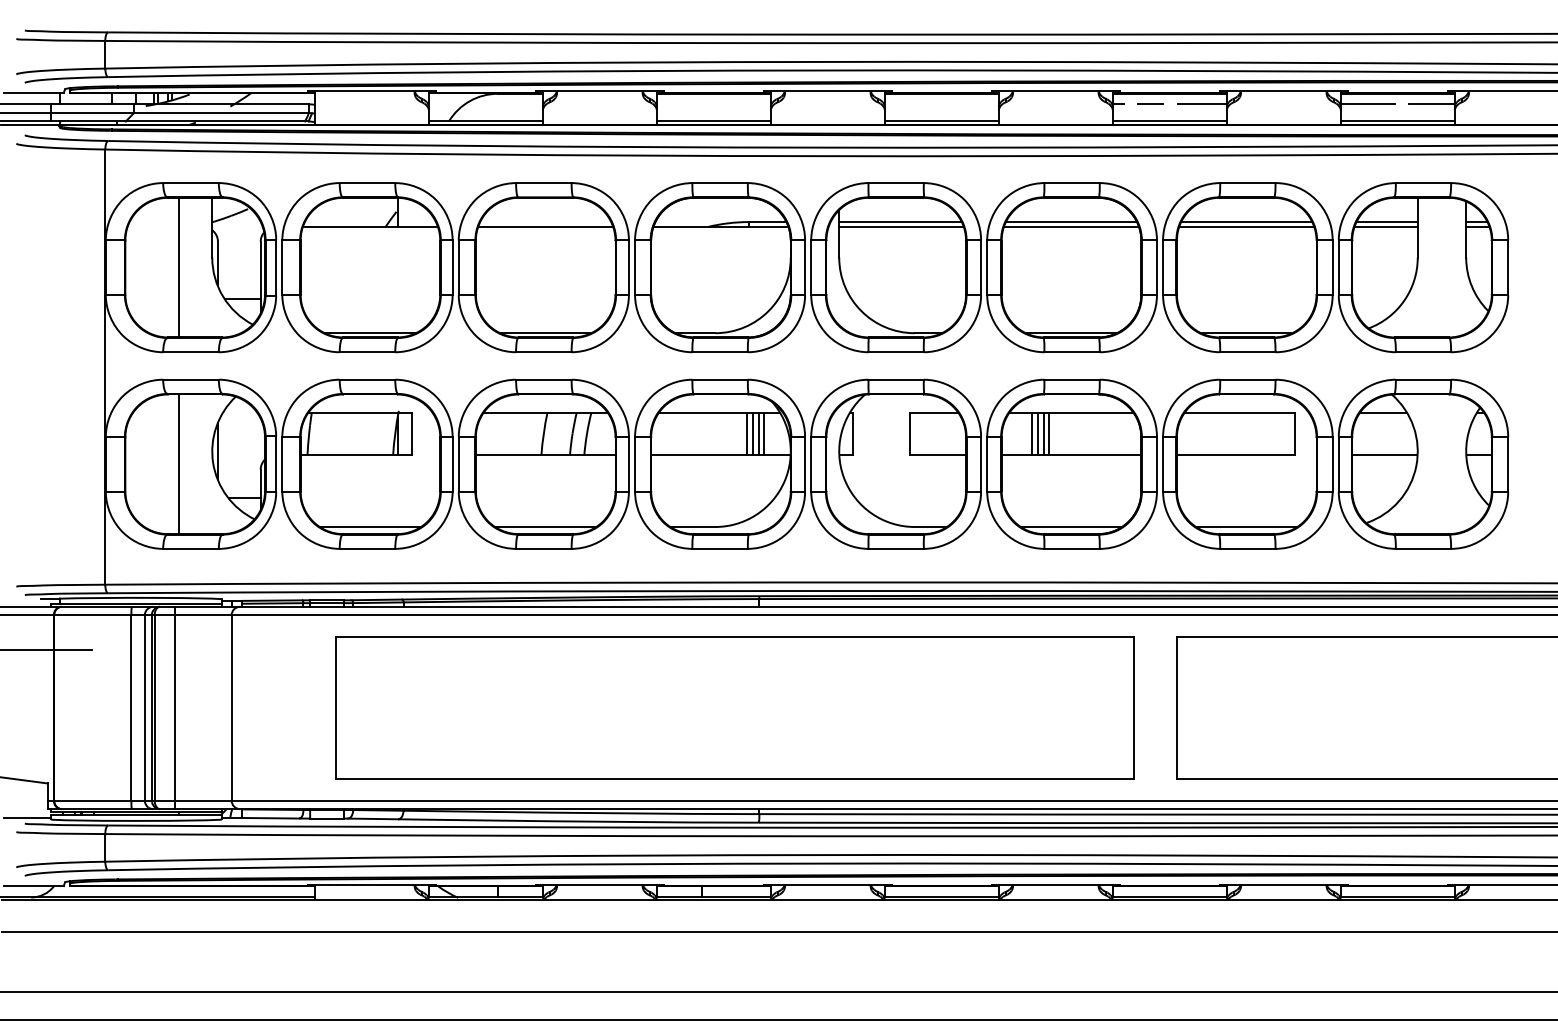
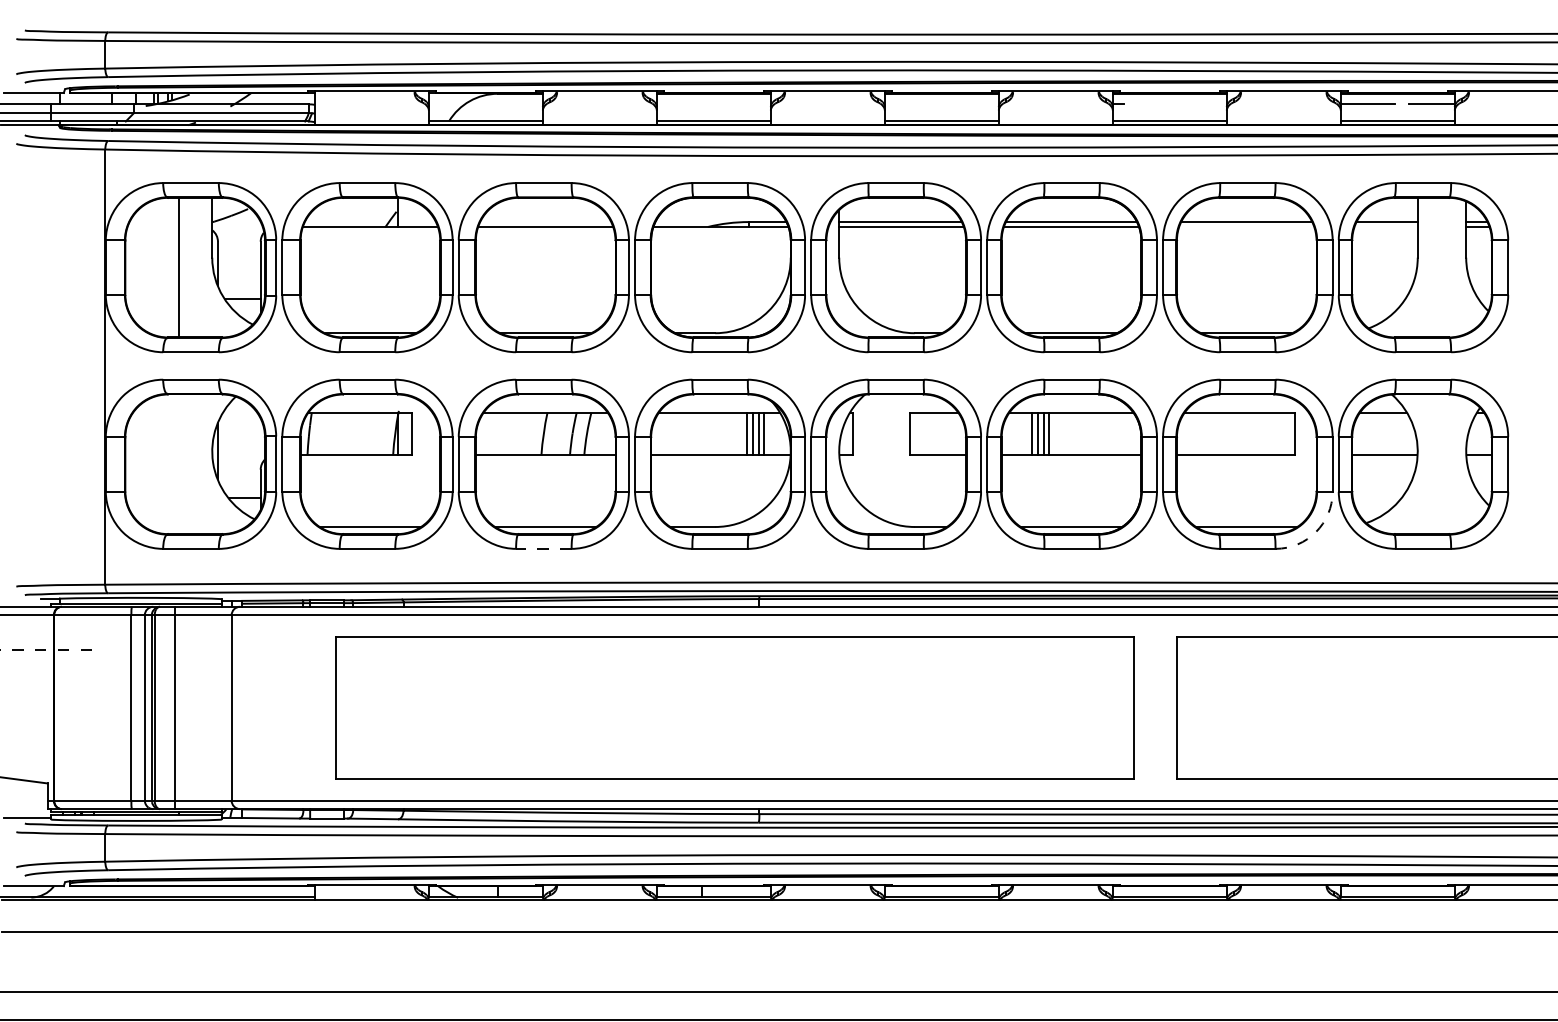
line at (1150, 103): present -> none
line at (1201, 104): present -> none
line at (1246, 227): present -> none
line at (1385, 227): present -> none
line at (179, 464): present -> none
arc at (1315, 532): solid -> dashed
line at (543, 548): solid -> dashed
line at (46, 649): solid -> dashed
